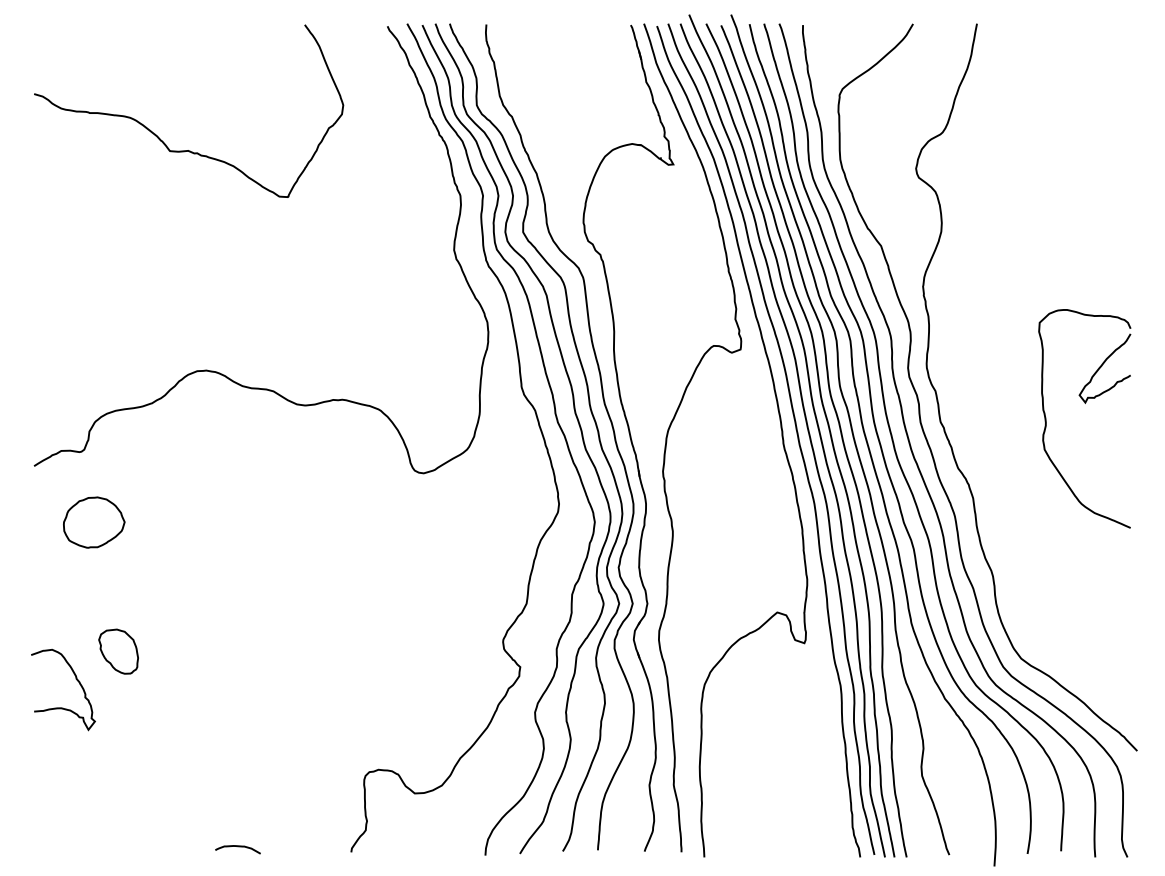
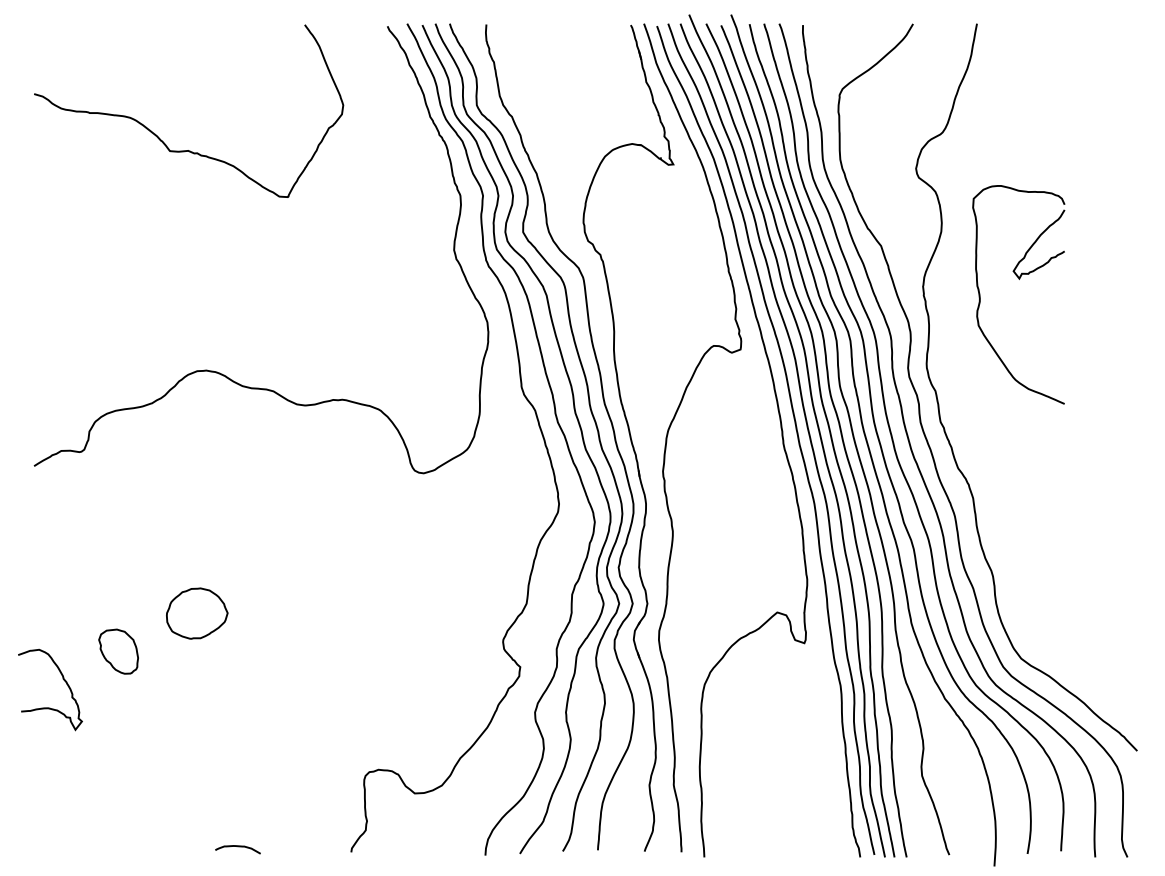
part at (1084, 403) position: (1084, 403) -> (1018, 279)
part at (94, 522) position: (94, 522) -> (197, 613)
curve at (75, 679) position: (75, 679) -> (62, 679)
